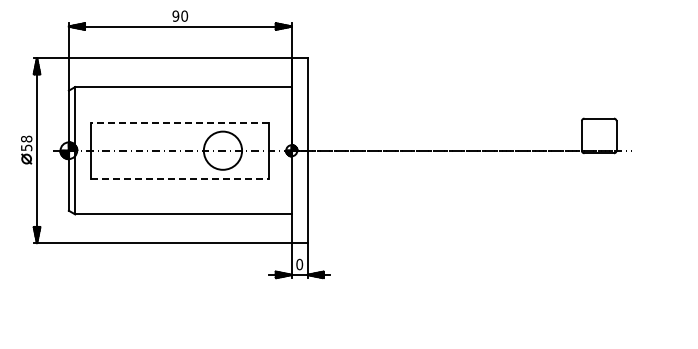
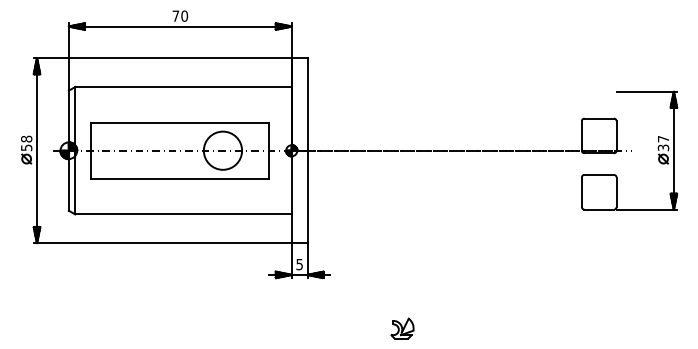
text at (175, 15): 90 -> 70
line at (179, 122): dashed -> solid
part at (615, 174): none -> present
line at (180, 178): dashed -> solid
text at (299, 264): 0 -> 5
part at (402, 328): none -> present
